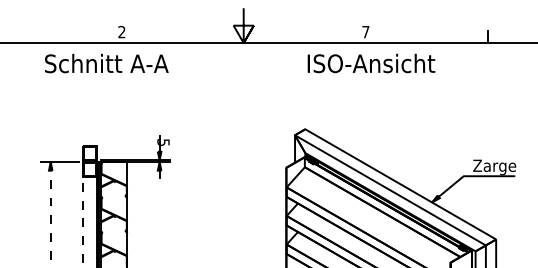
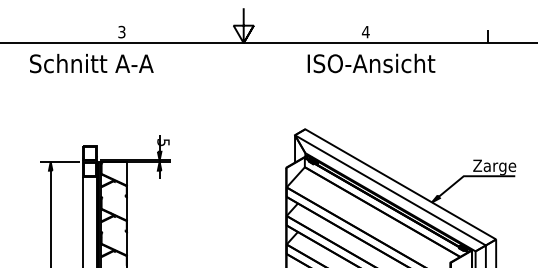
text at (121, 32): 2 -> 3
text at (365, 32): 7 -> 4
text at (106, 63) position: (106, 63) -> (91, 63)
line at (50, 213): dashed -> solid
line at (82, 221): dashed -> solid
